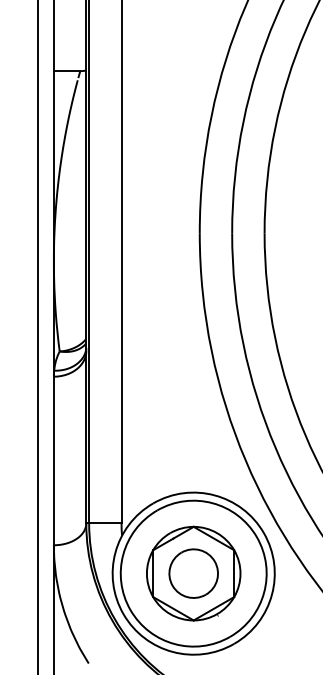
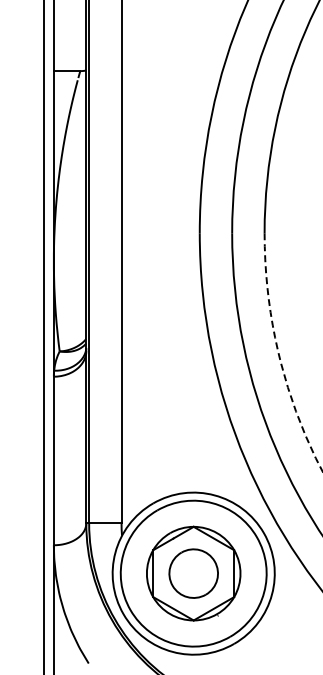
line at (37, 336) position: (37, 336) -> (43, 336)
arc at (279, 355): solid -> dashed
